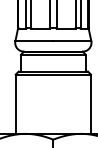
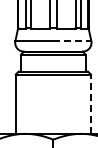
line at (72, 41): solid -> dashed
line at (90, 104): solid -> dashed
